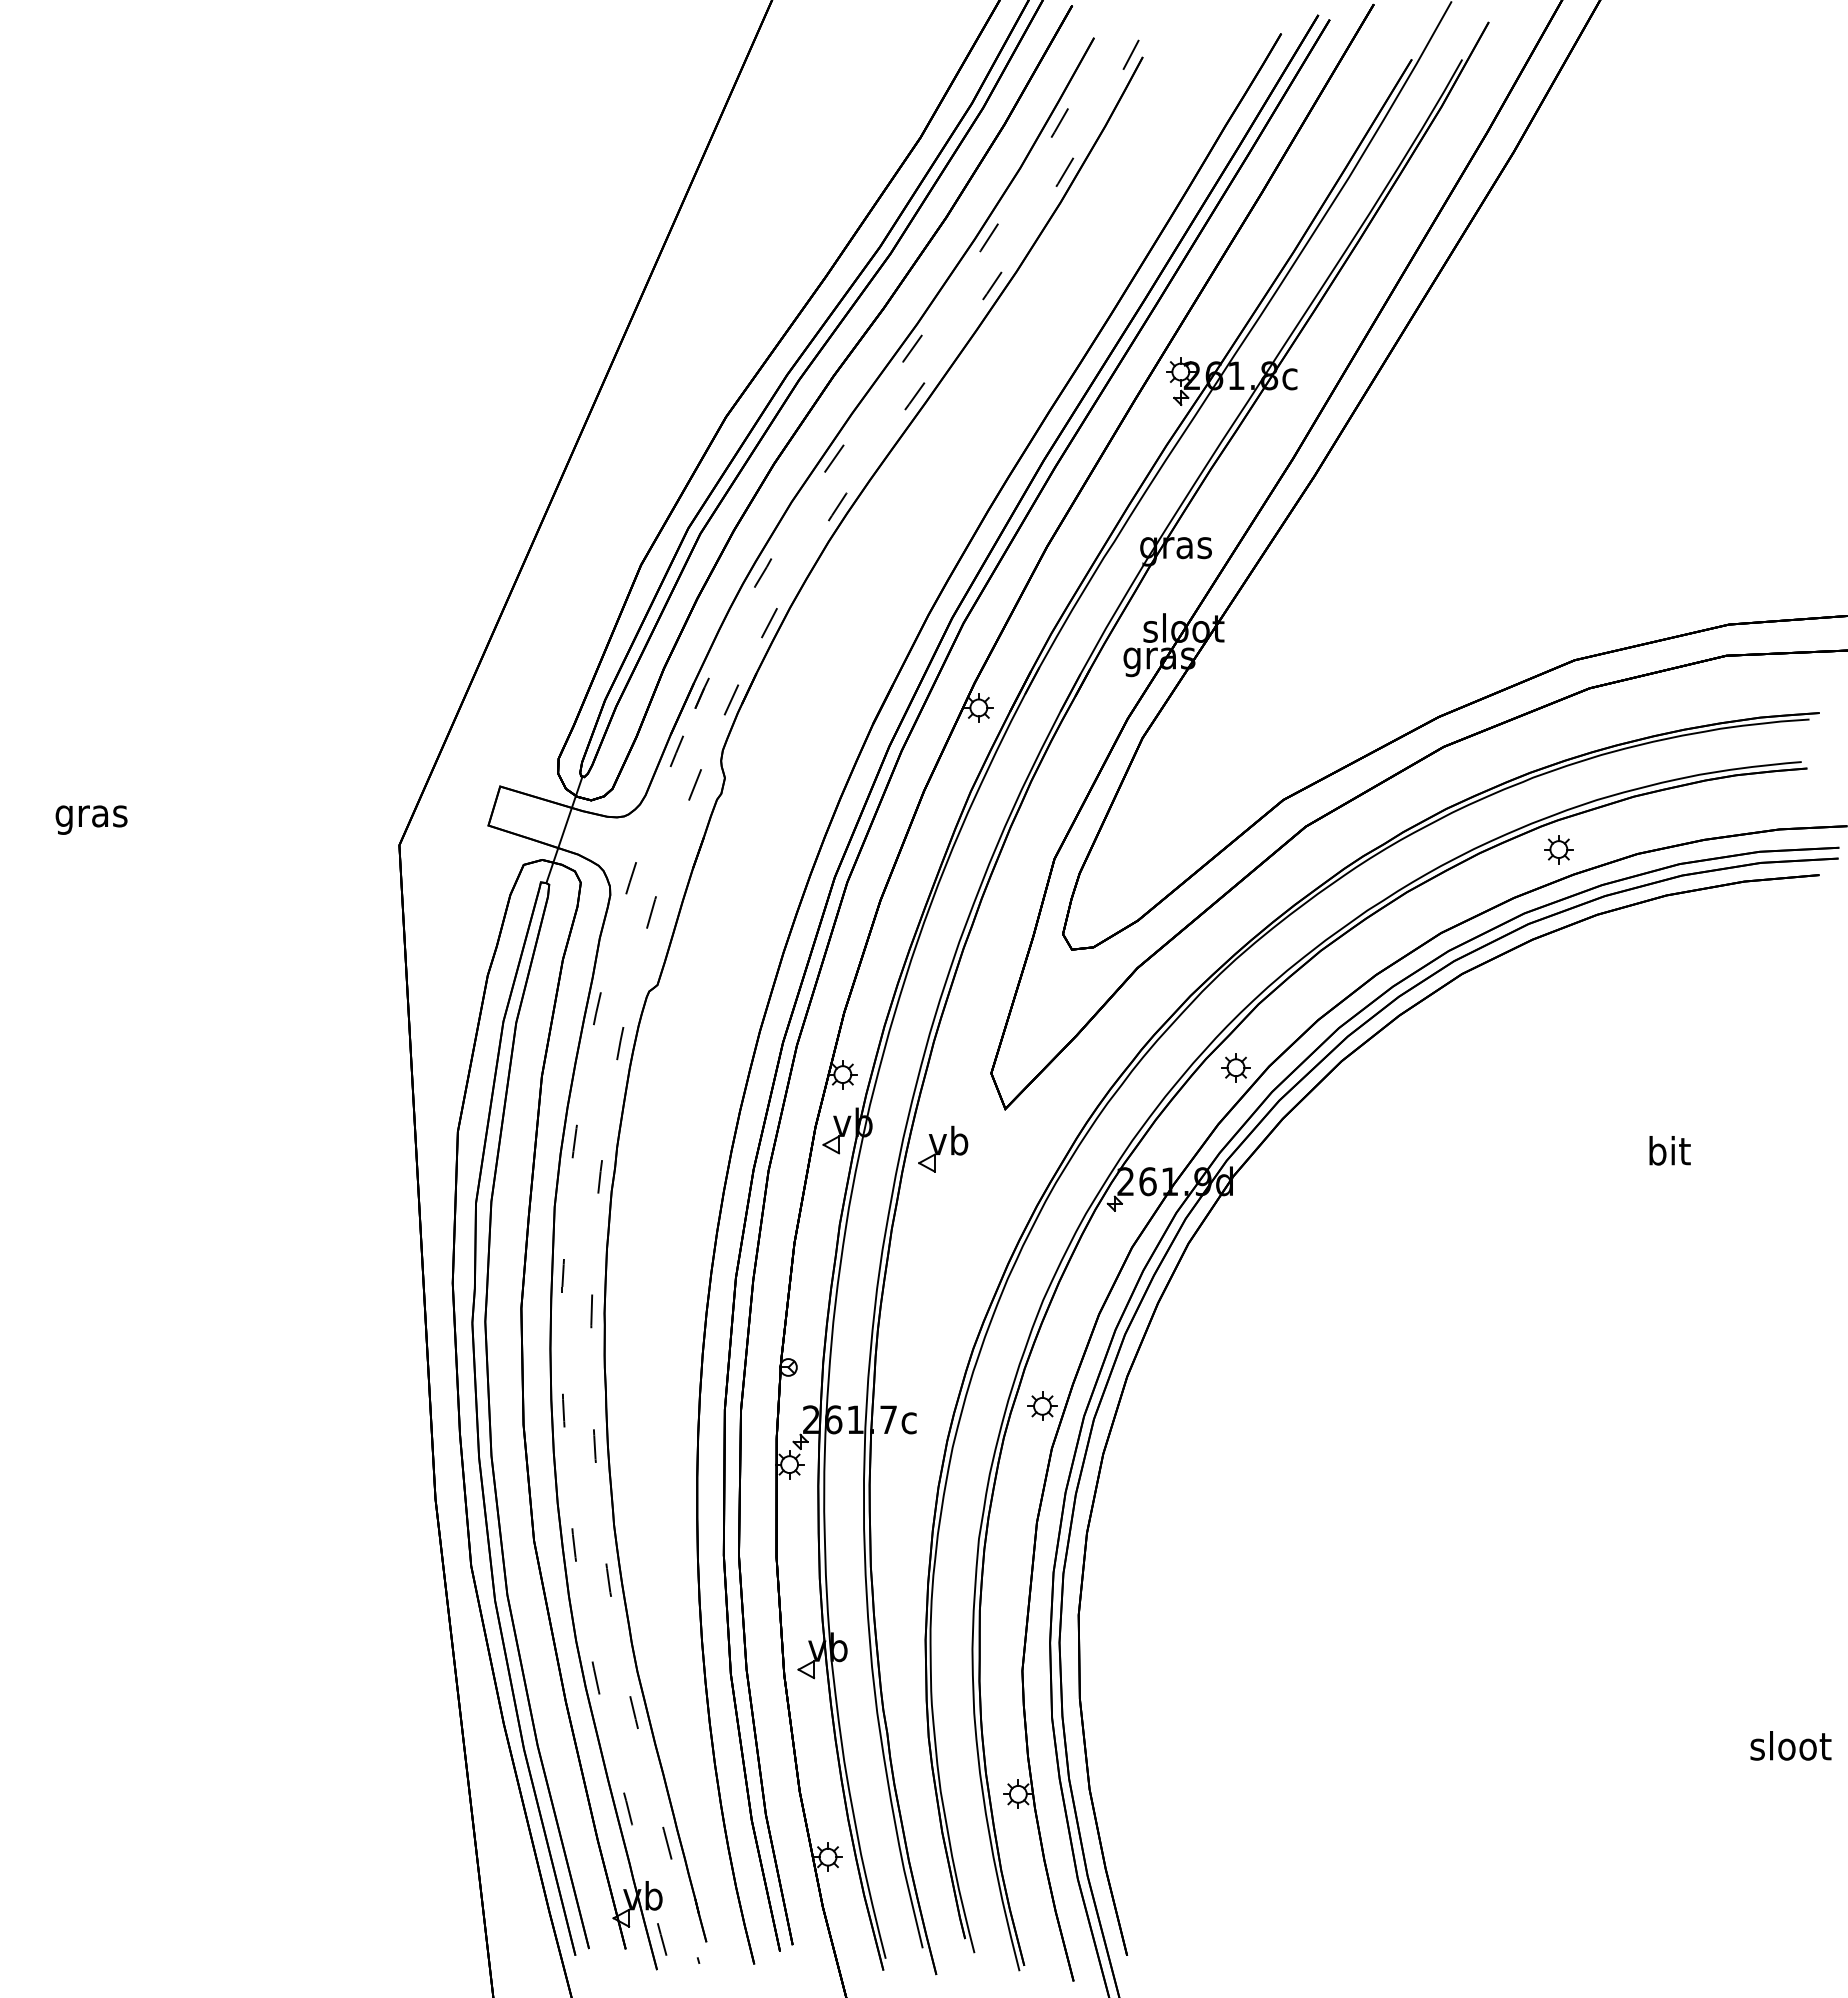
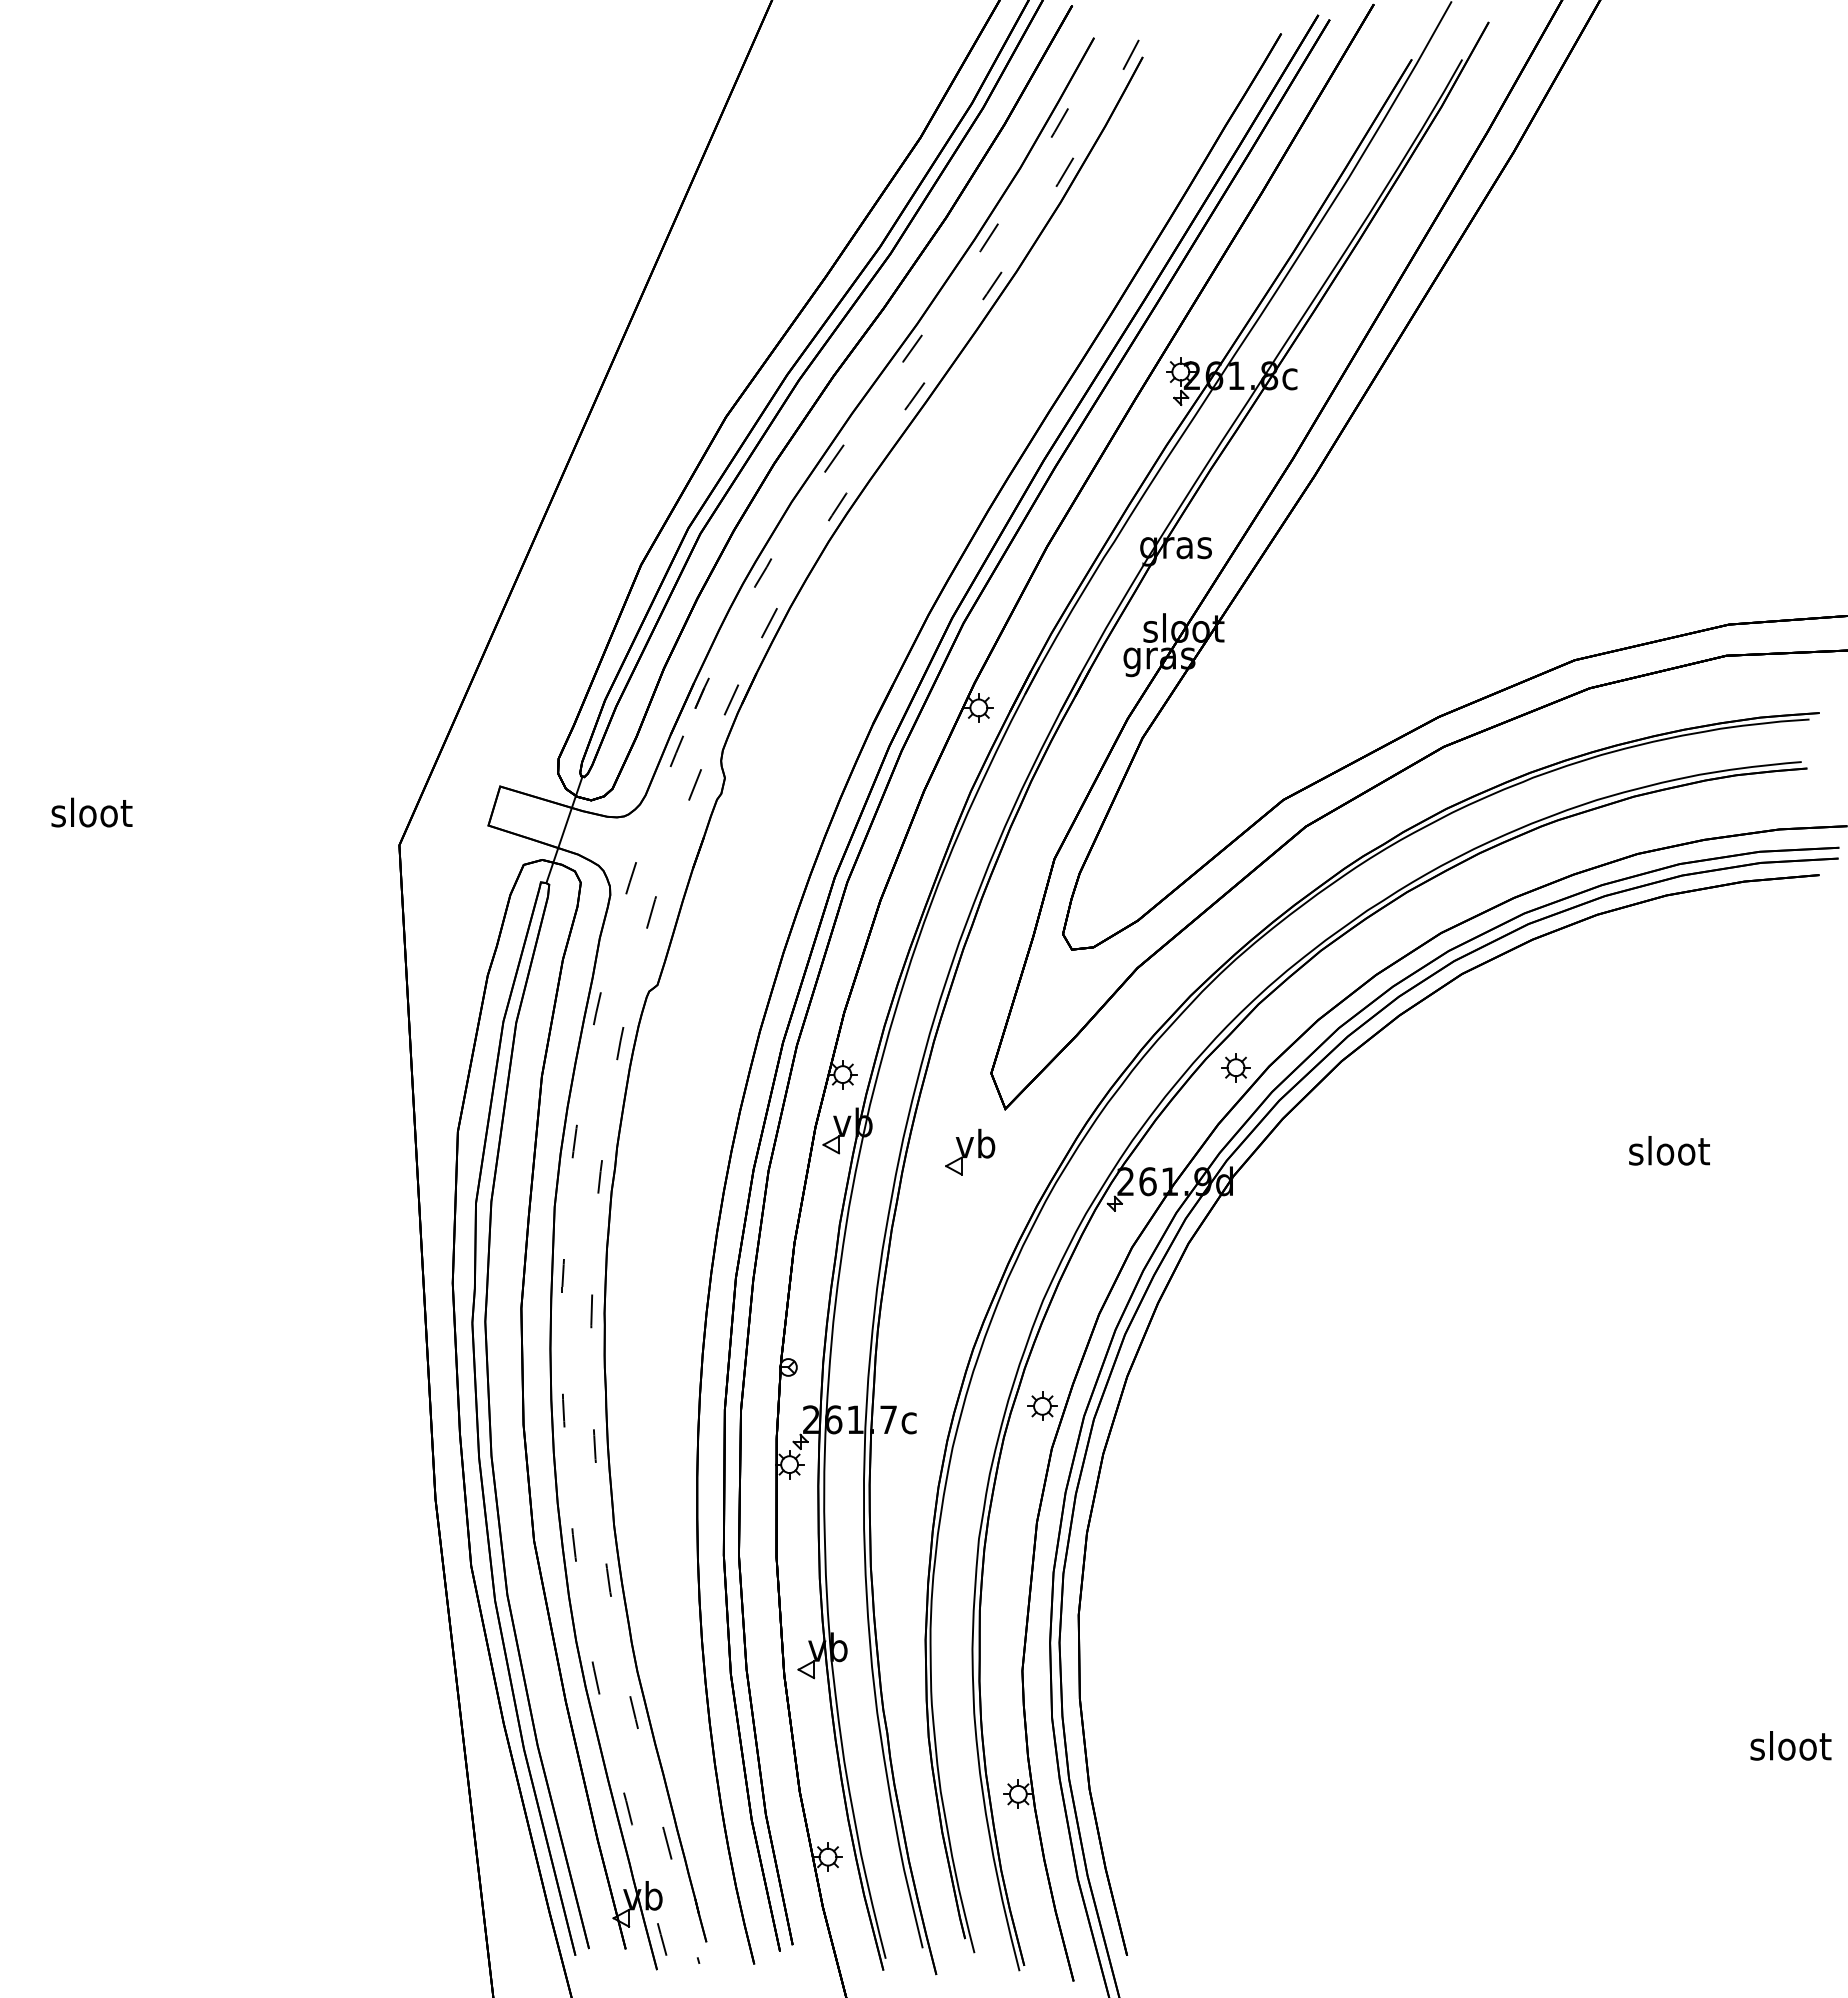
text at (91, 815): gras -> sloot
part at (1558, 849): present -> none
part at (943, 1148) position: (943, 1148) -> (970, 1151)
text at (1669, 1150): bit -> sloot
